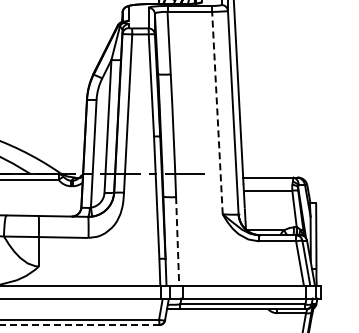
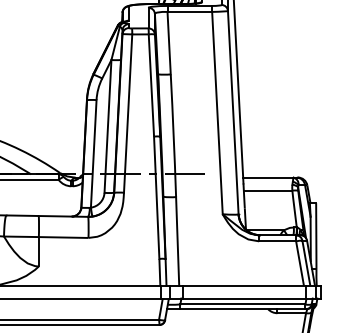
line at (217, 112): dashed -> solid
line at (177, 241): dashed -> solid
line at (79, 324): dashed -> solid
